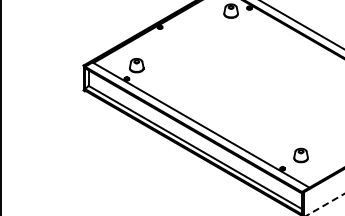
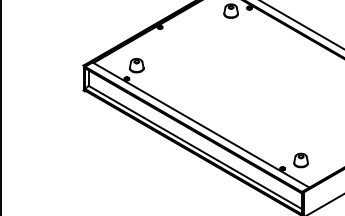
part at (300, 155) position: (300, 155) -> (300, 160)
line at (325, 204): dashed -> solid
